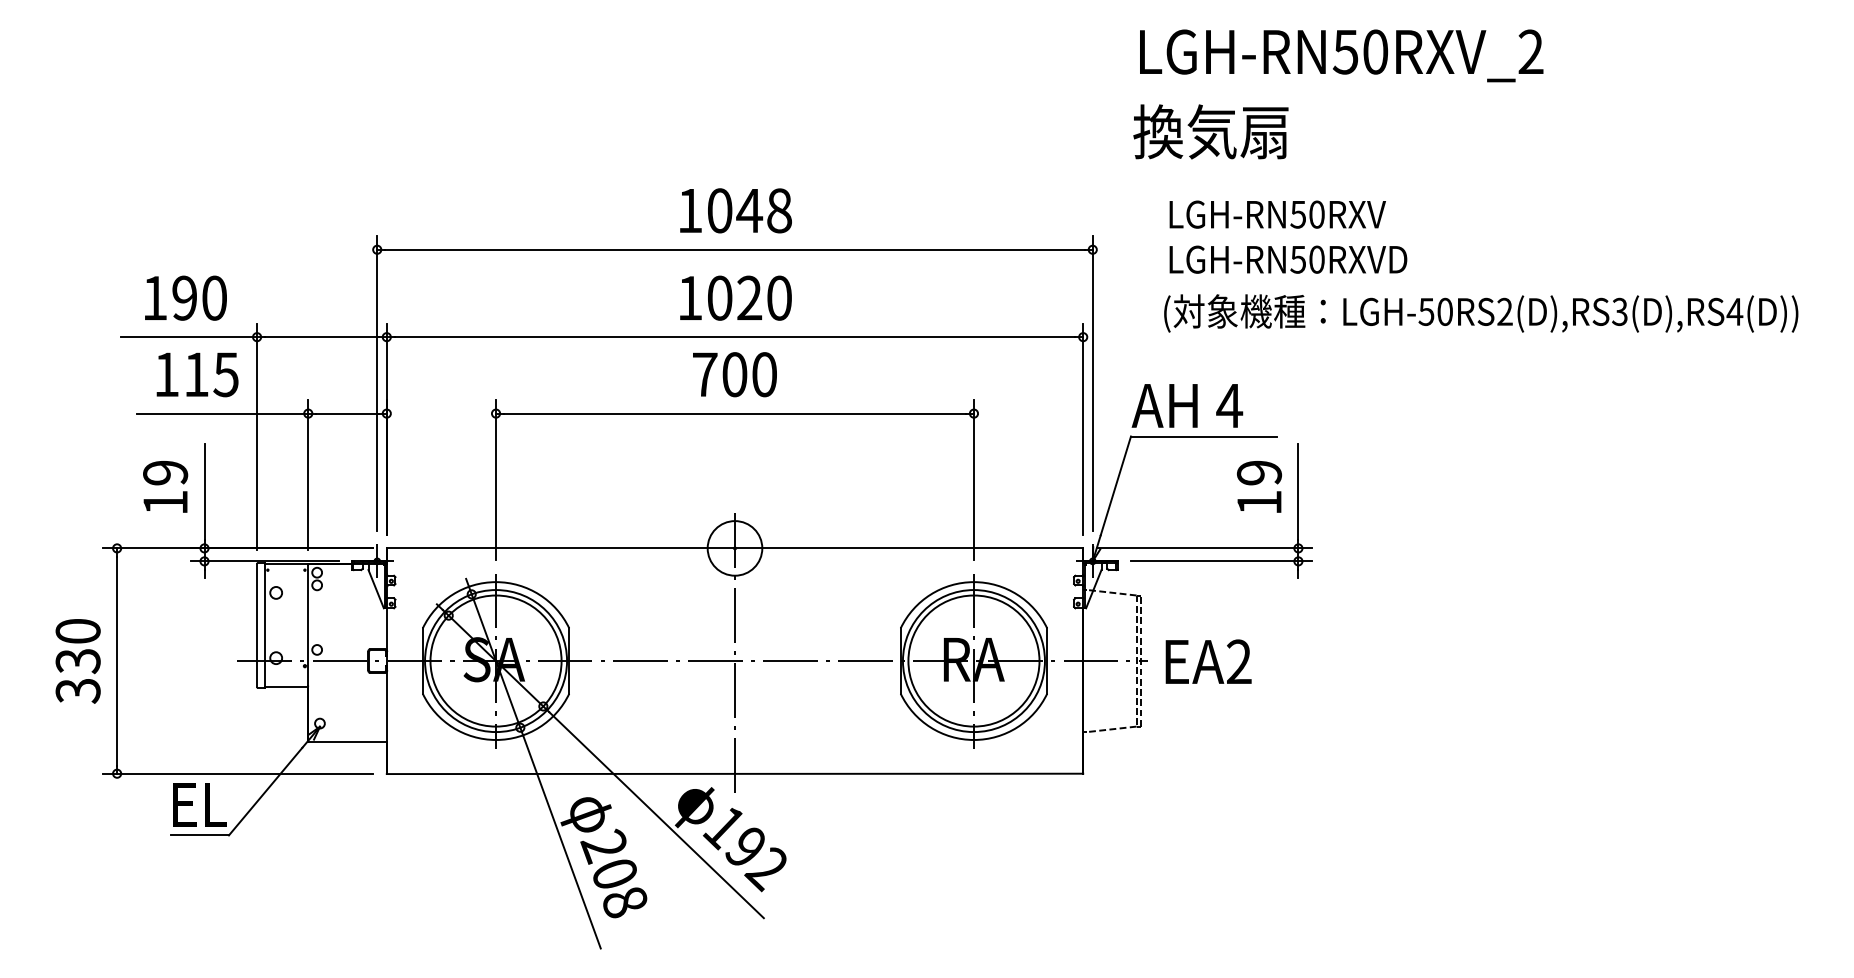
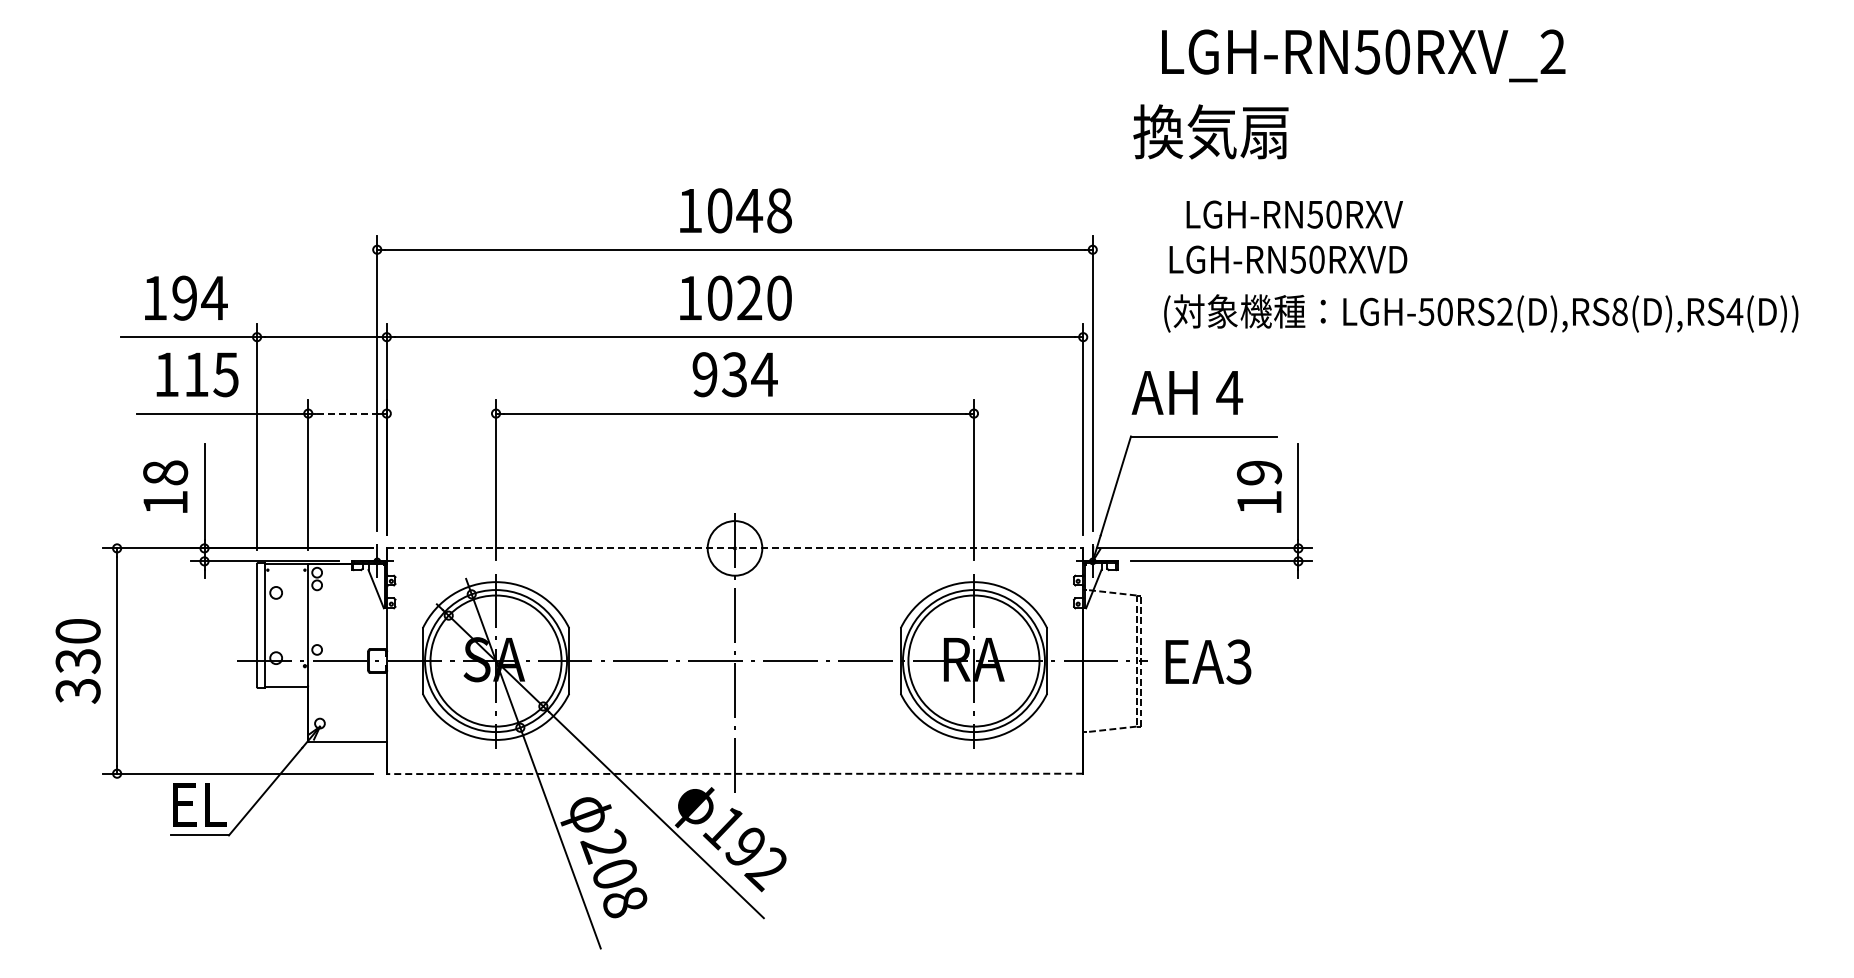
text at (1341, 55) position: (1341, 55) -> (1363, 55)
text at (1277, 214) position: (1277, 214) -> (1294, 214)
text at (214, 297): 190 -> 194
text at (1619, 311): LGH-50RS2(D),RS3(D),RS4(D)) -> LGH-50RS2(D),RS8(D),RS4(D))
text at (734, 374): 700 -> 934
text at (1187, 405) position: (1187, 405) -> (1187, 392)
line at (347, 413): solid -> dashed
text at (165, 472): 19 -> 18
line at (735, 548): solid -> dashed
text at (1238, 661): EA2 -> EA3
line at (734, 773): solid -> dashed
